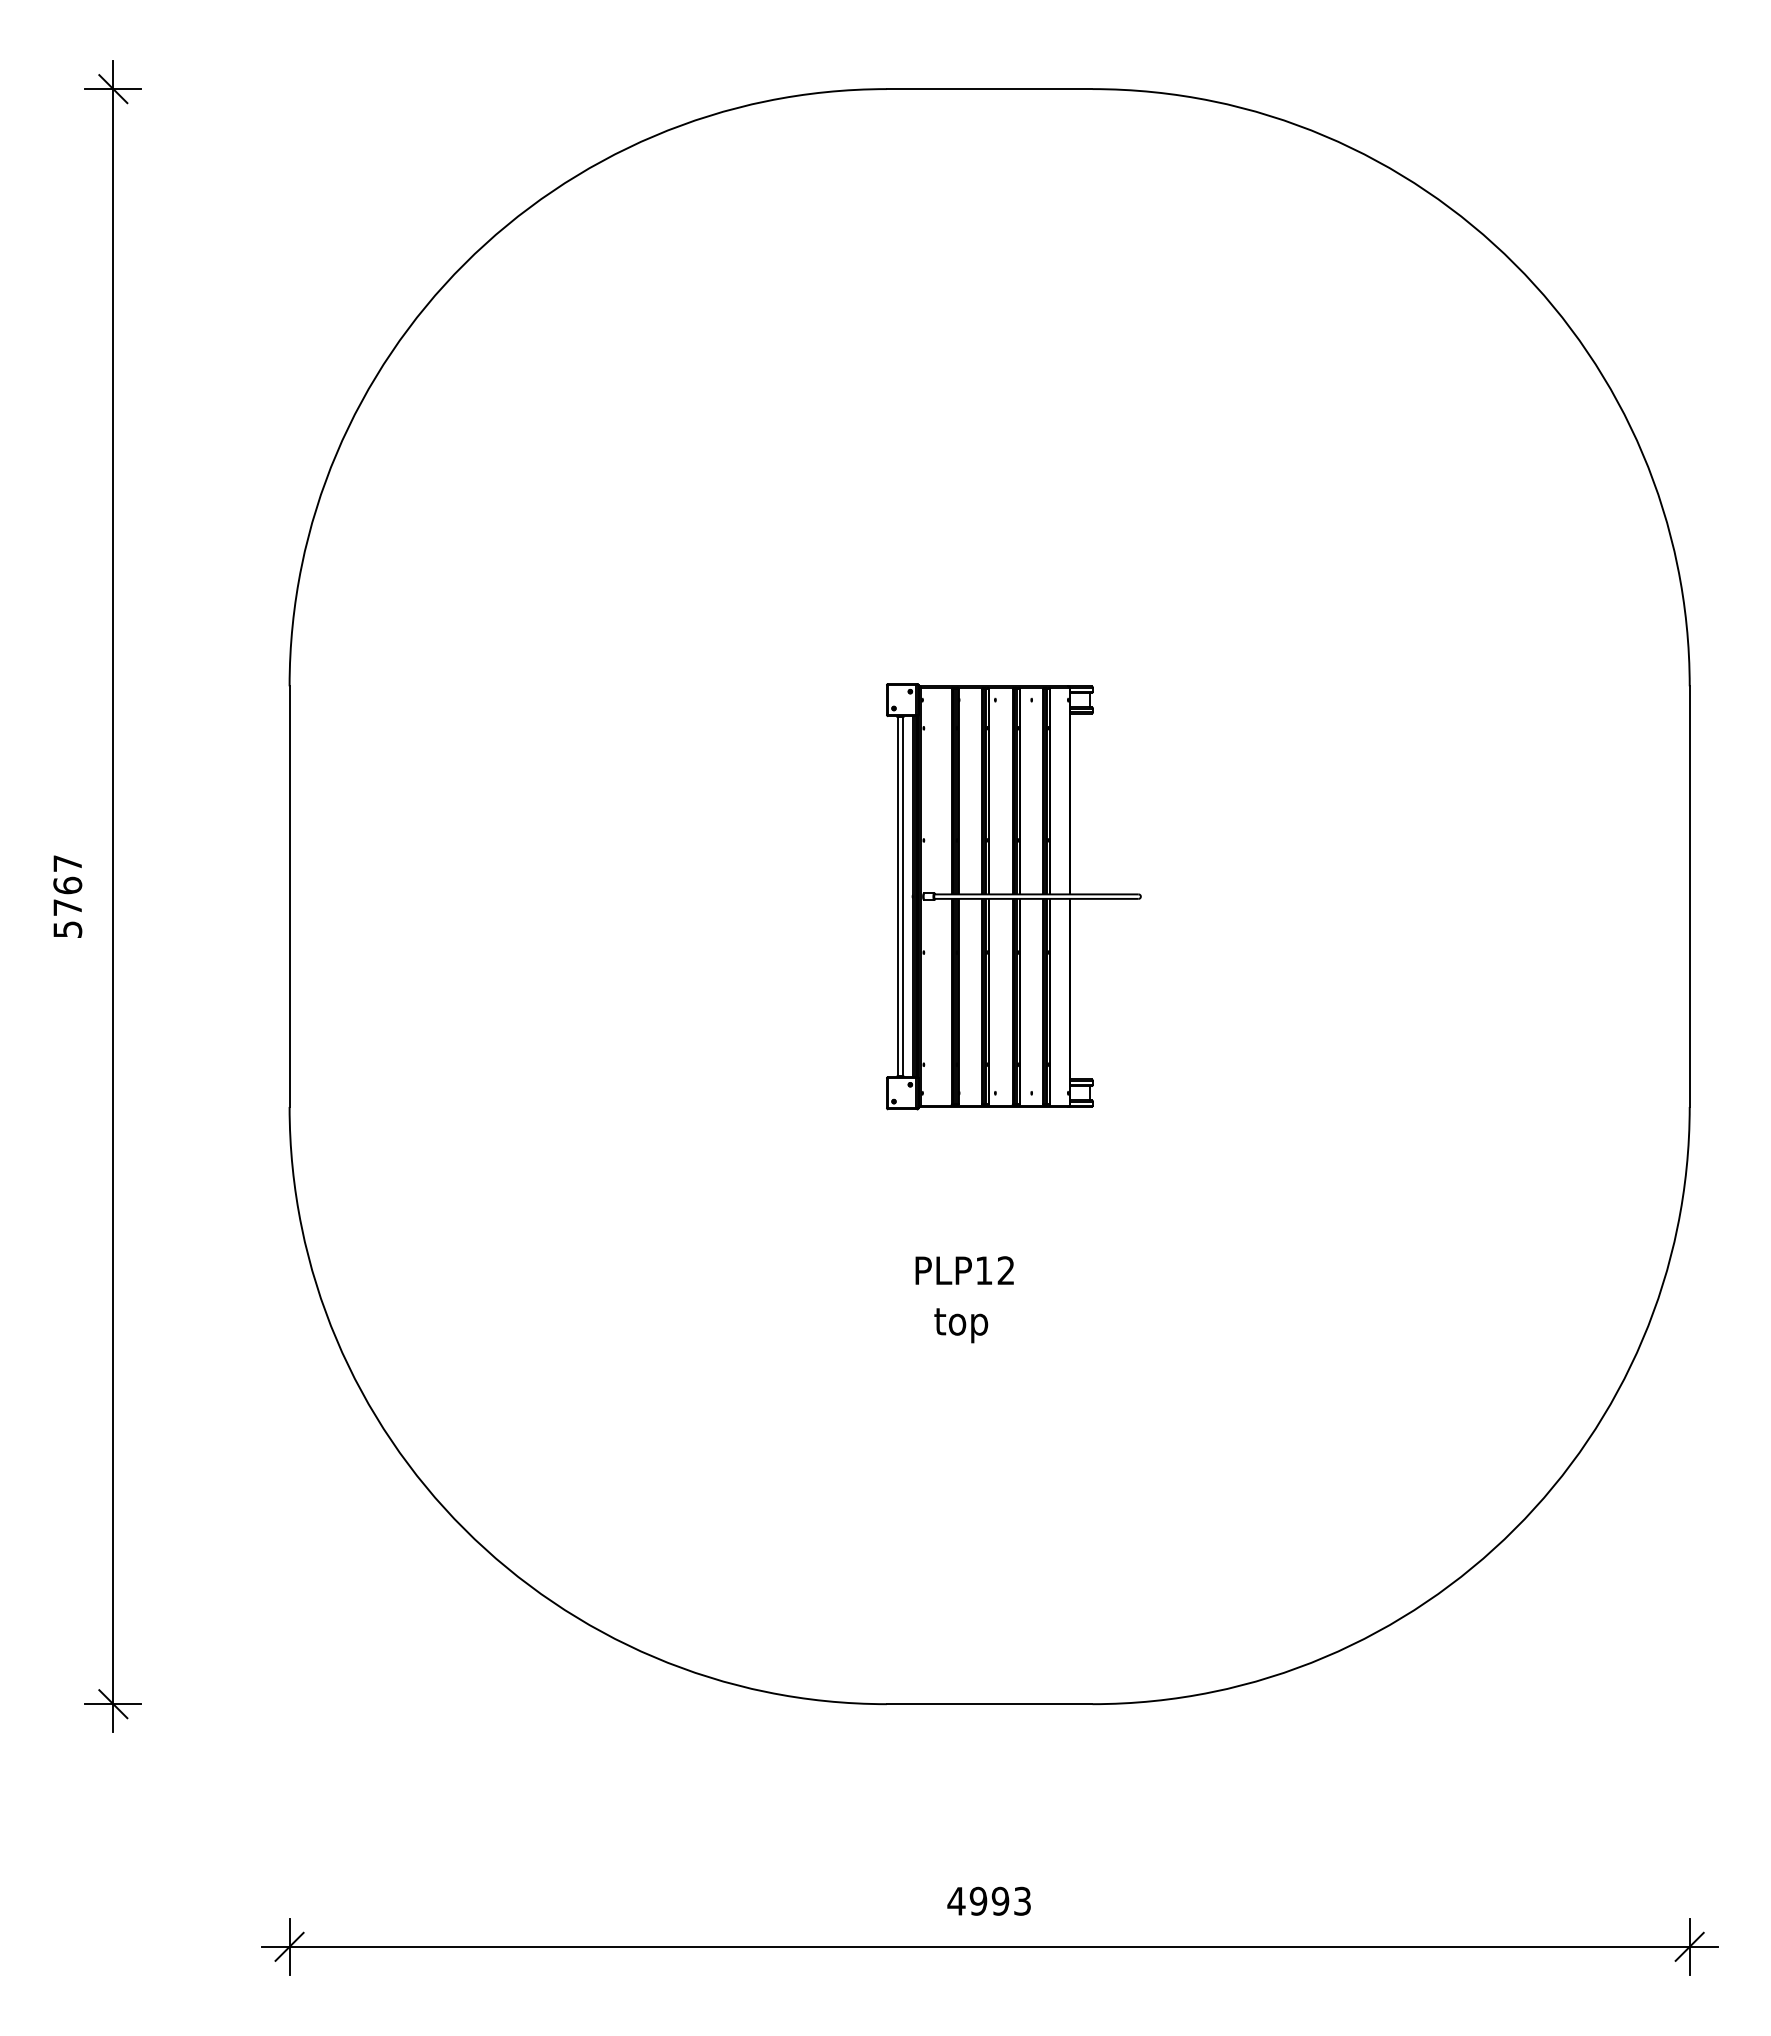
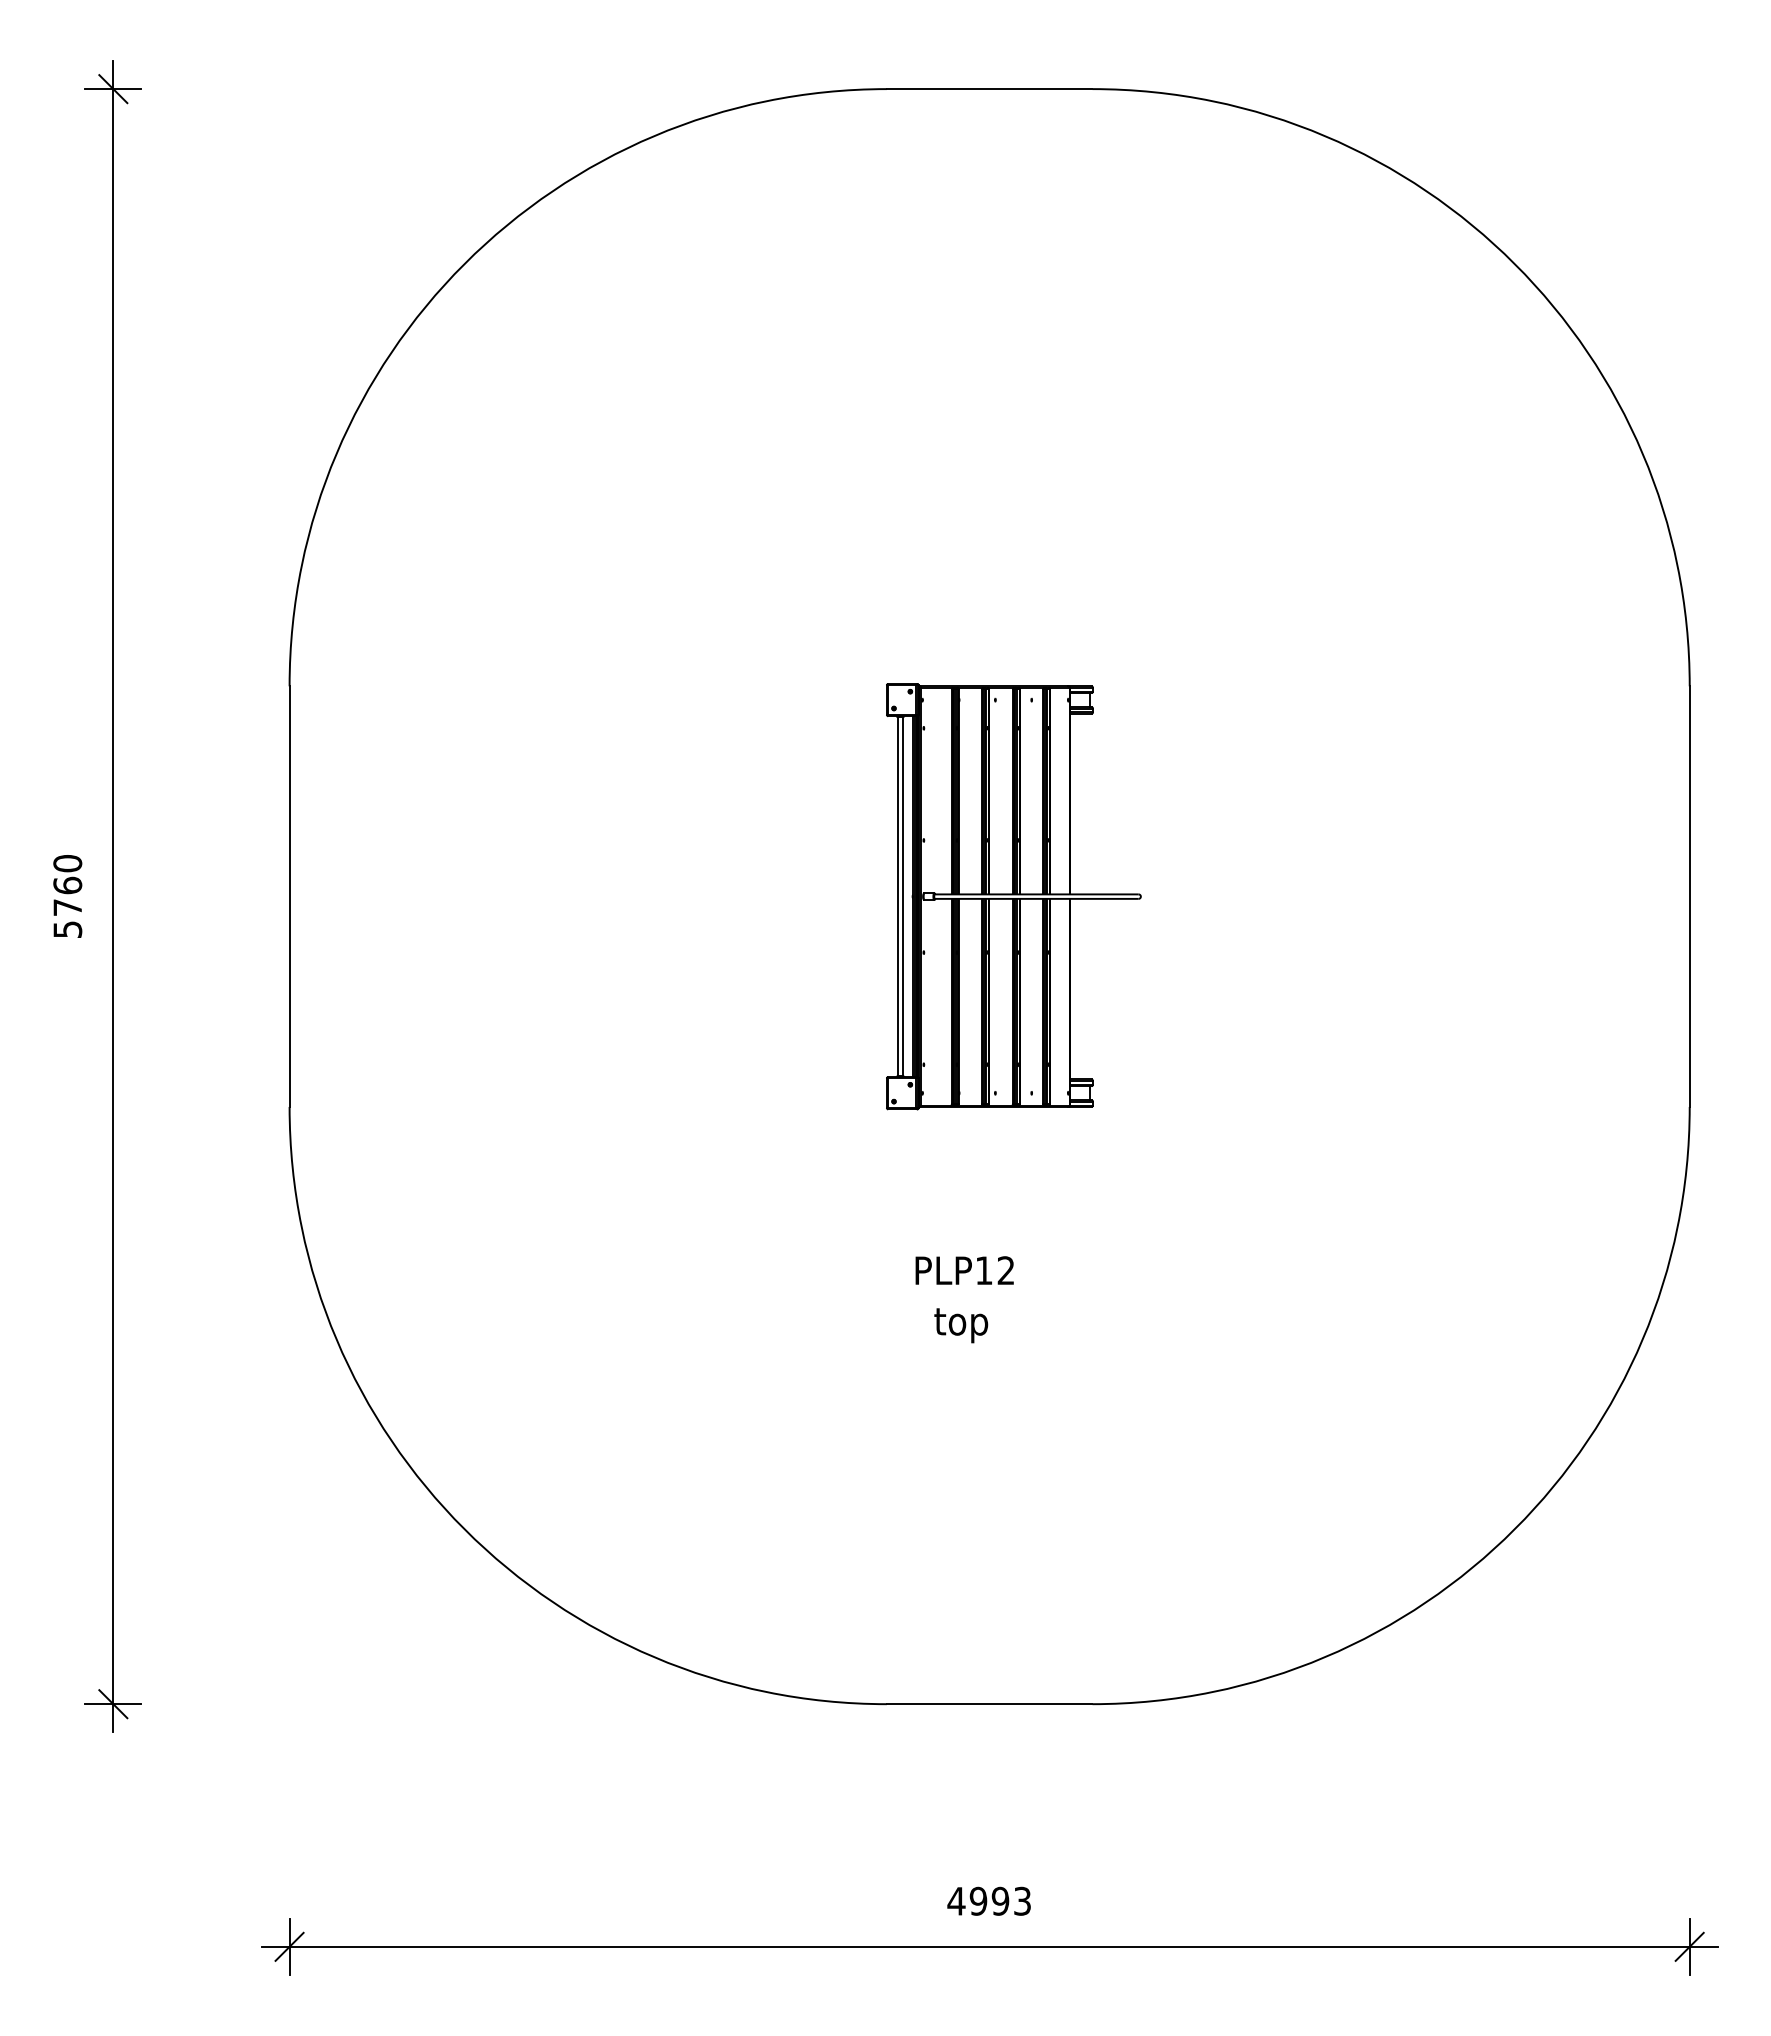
text at (67, 863): 5767 -> 5760
